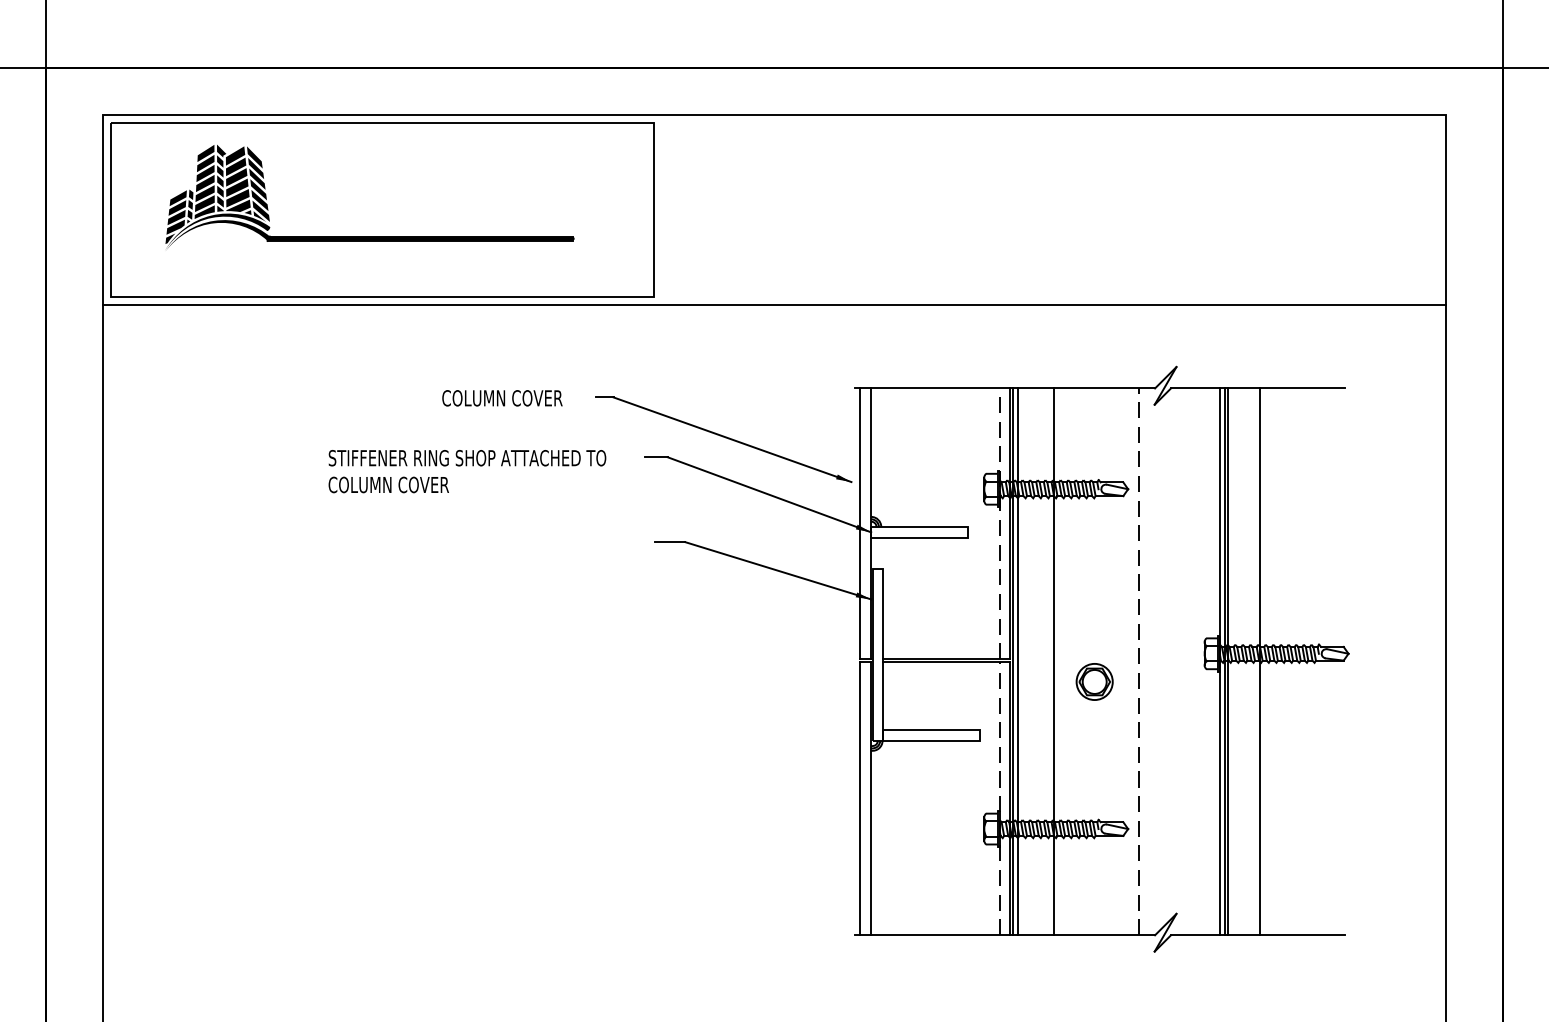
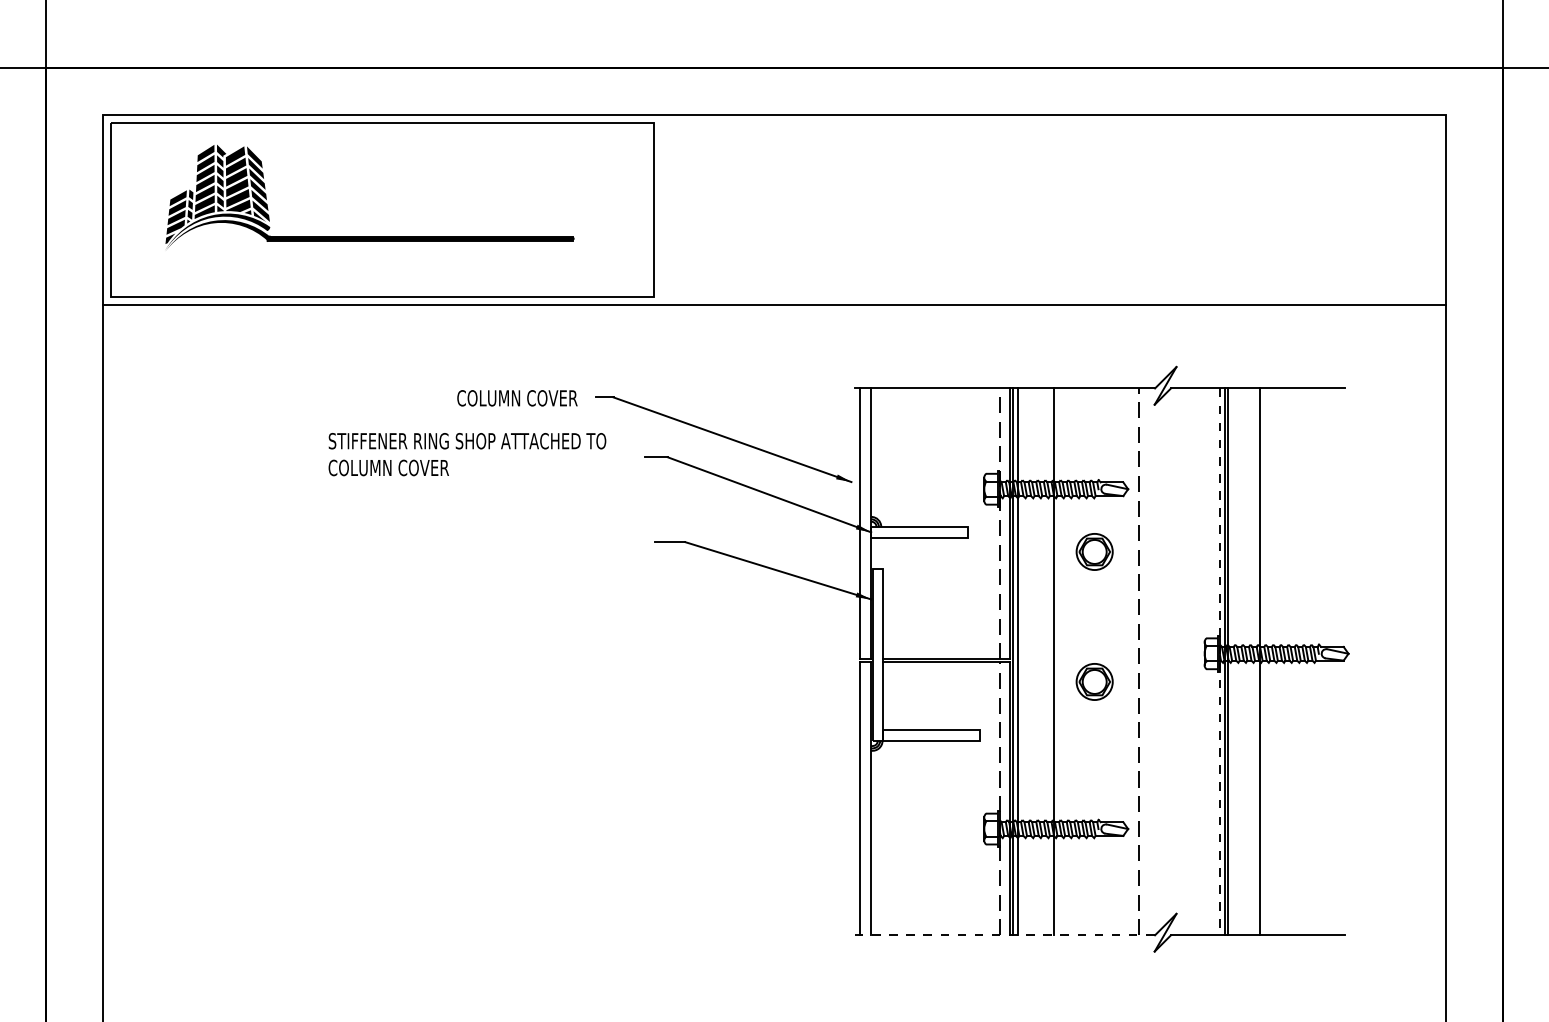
text at (502, 398) position: (502, 398) -> (517, 398)
text at (467, 471) position: (467, 471) -> (467, 454)
part at (1094, 551): none -> present
line at (1220, 662): solid -> dashed
line at (1005, 935): solid -> dashed
